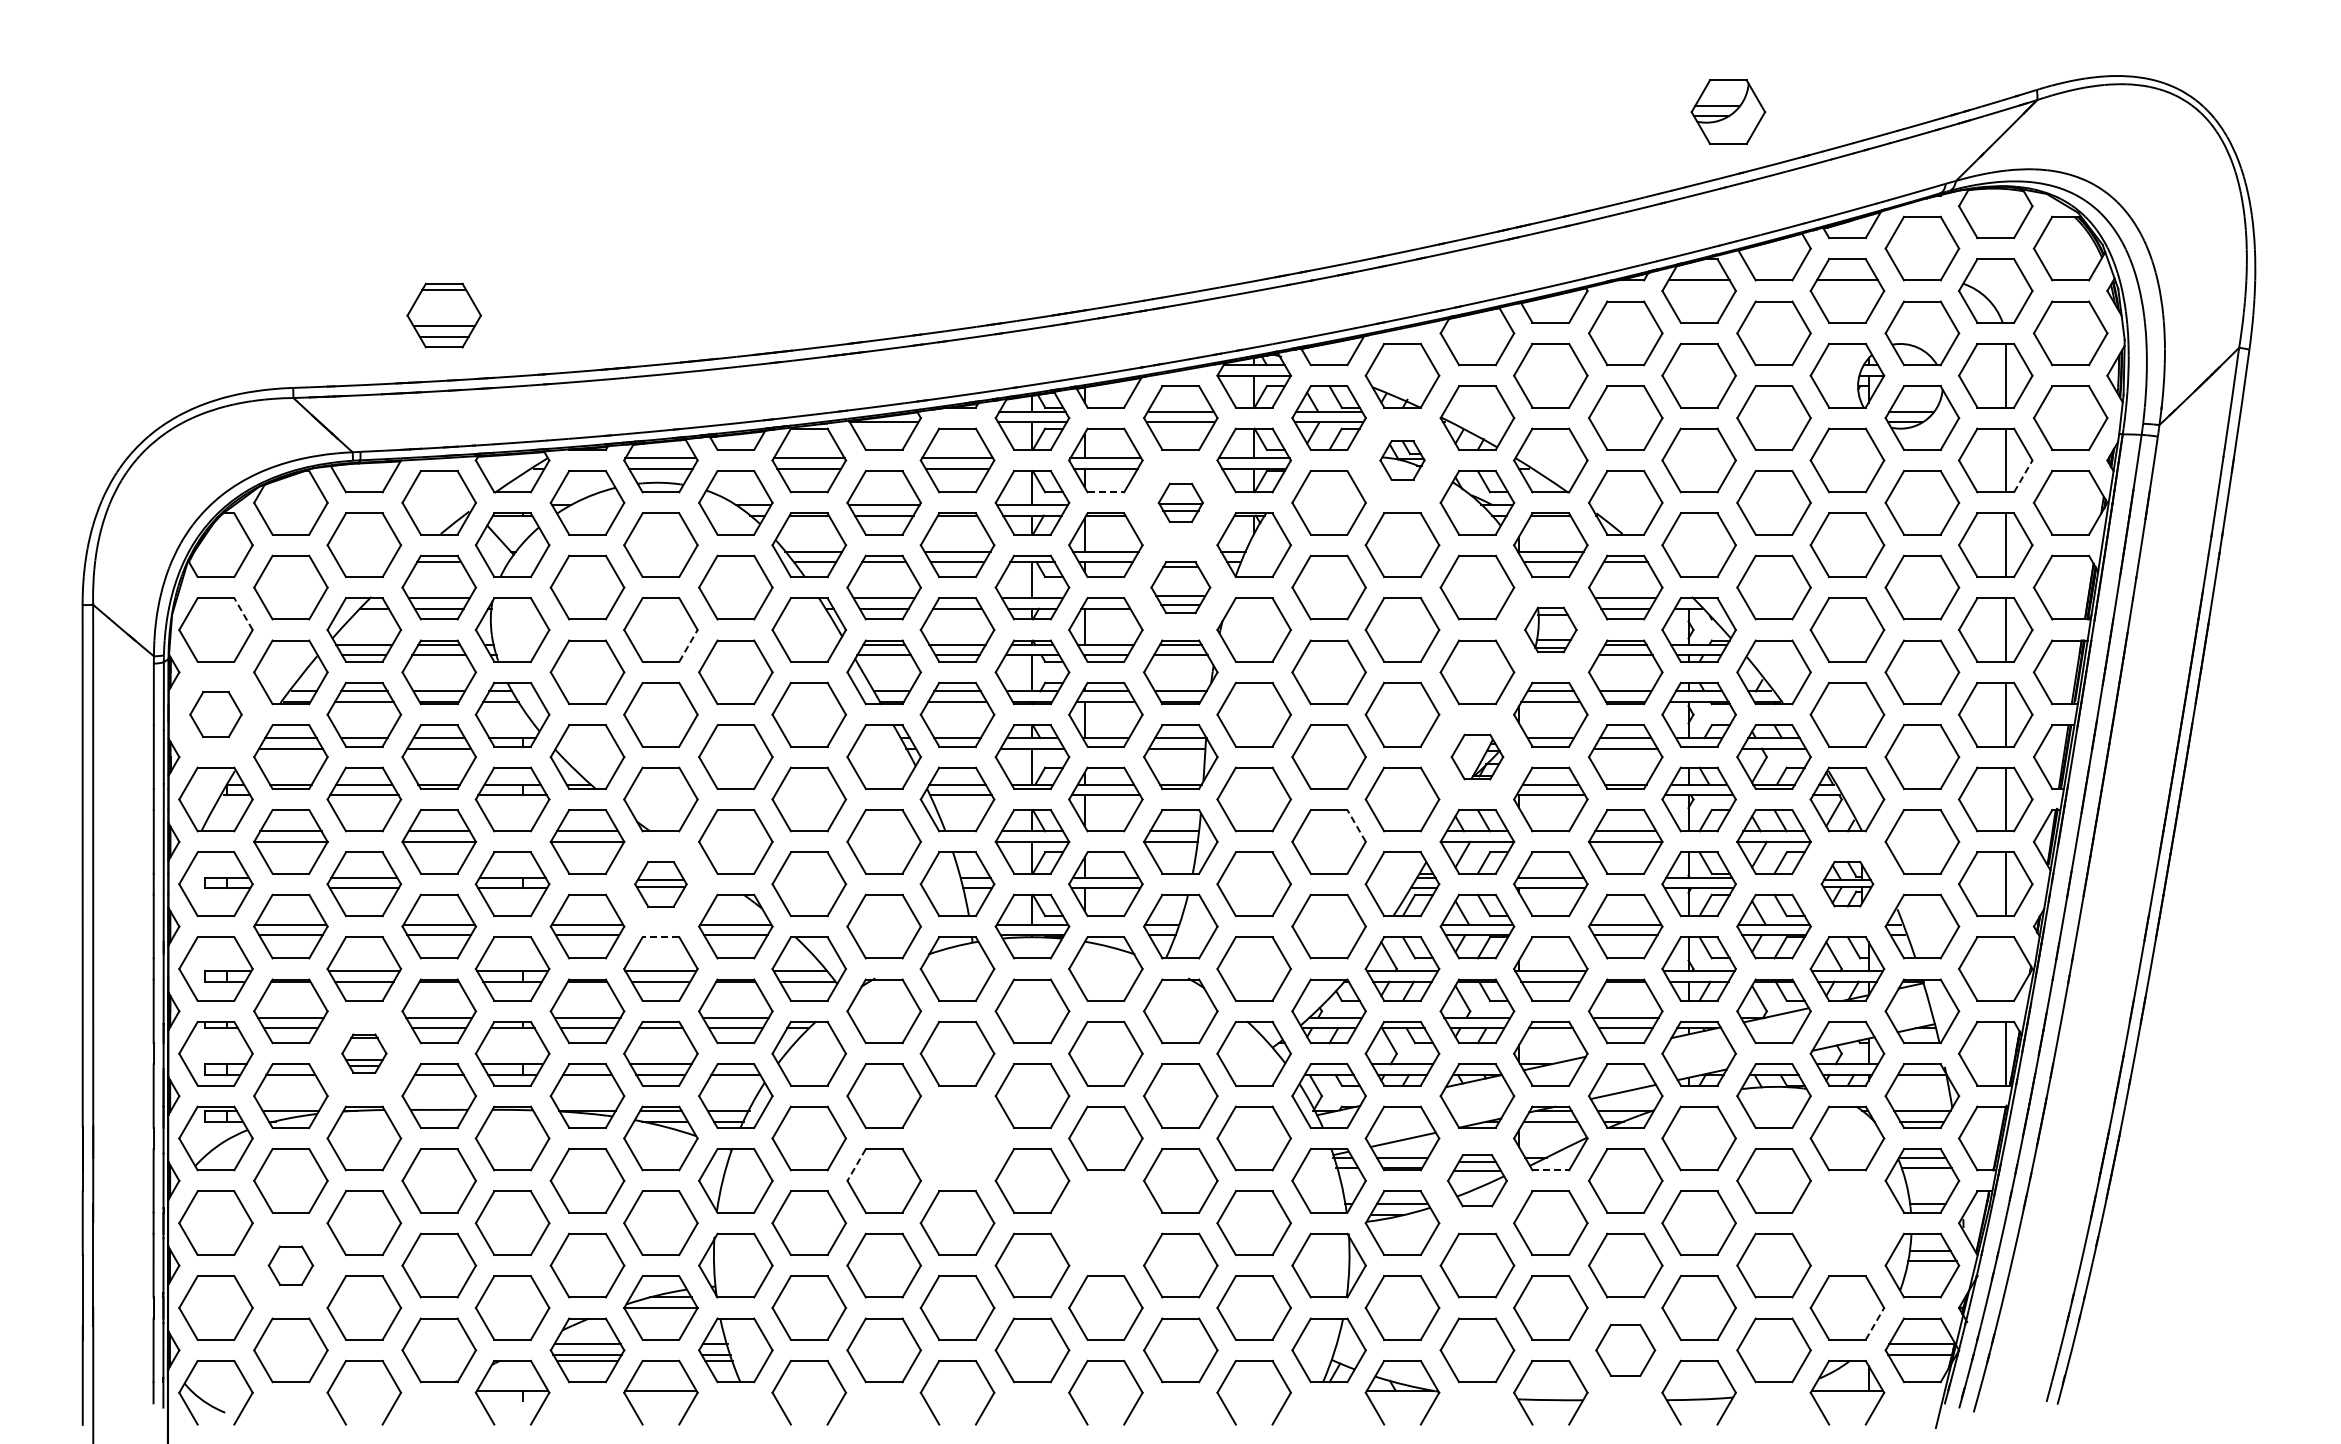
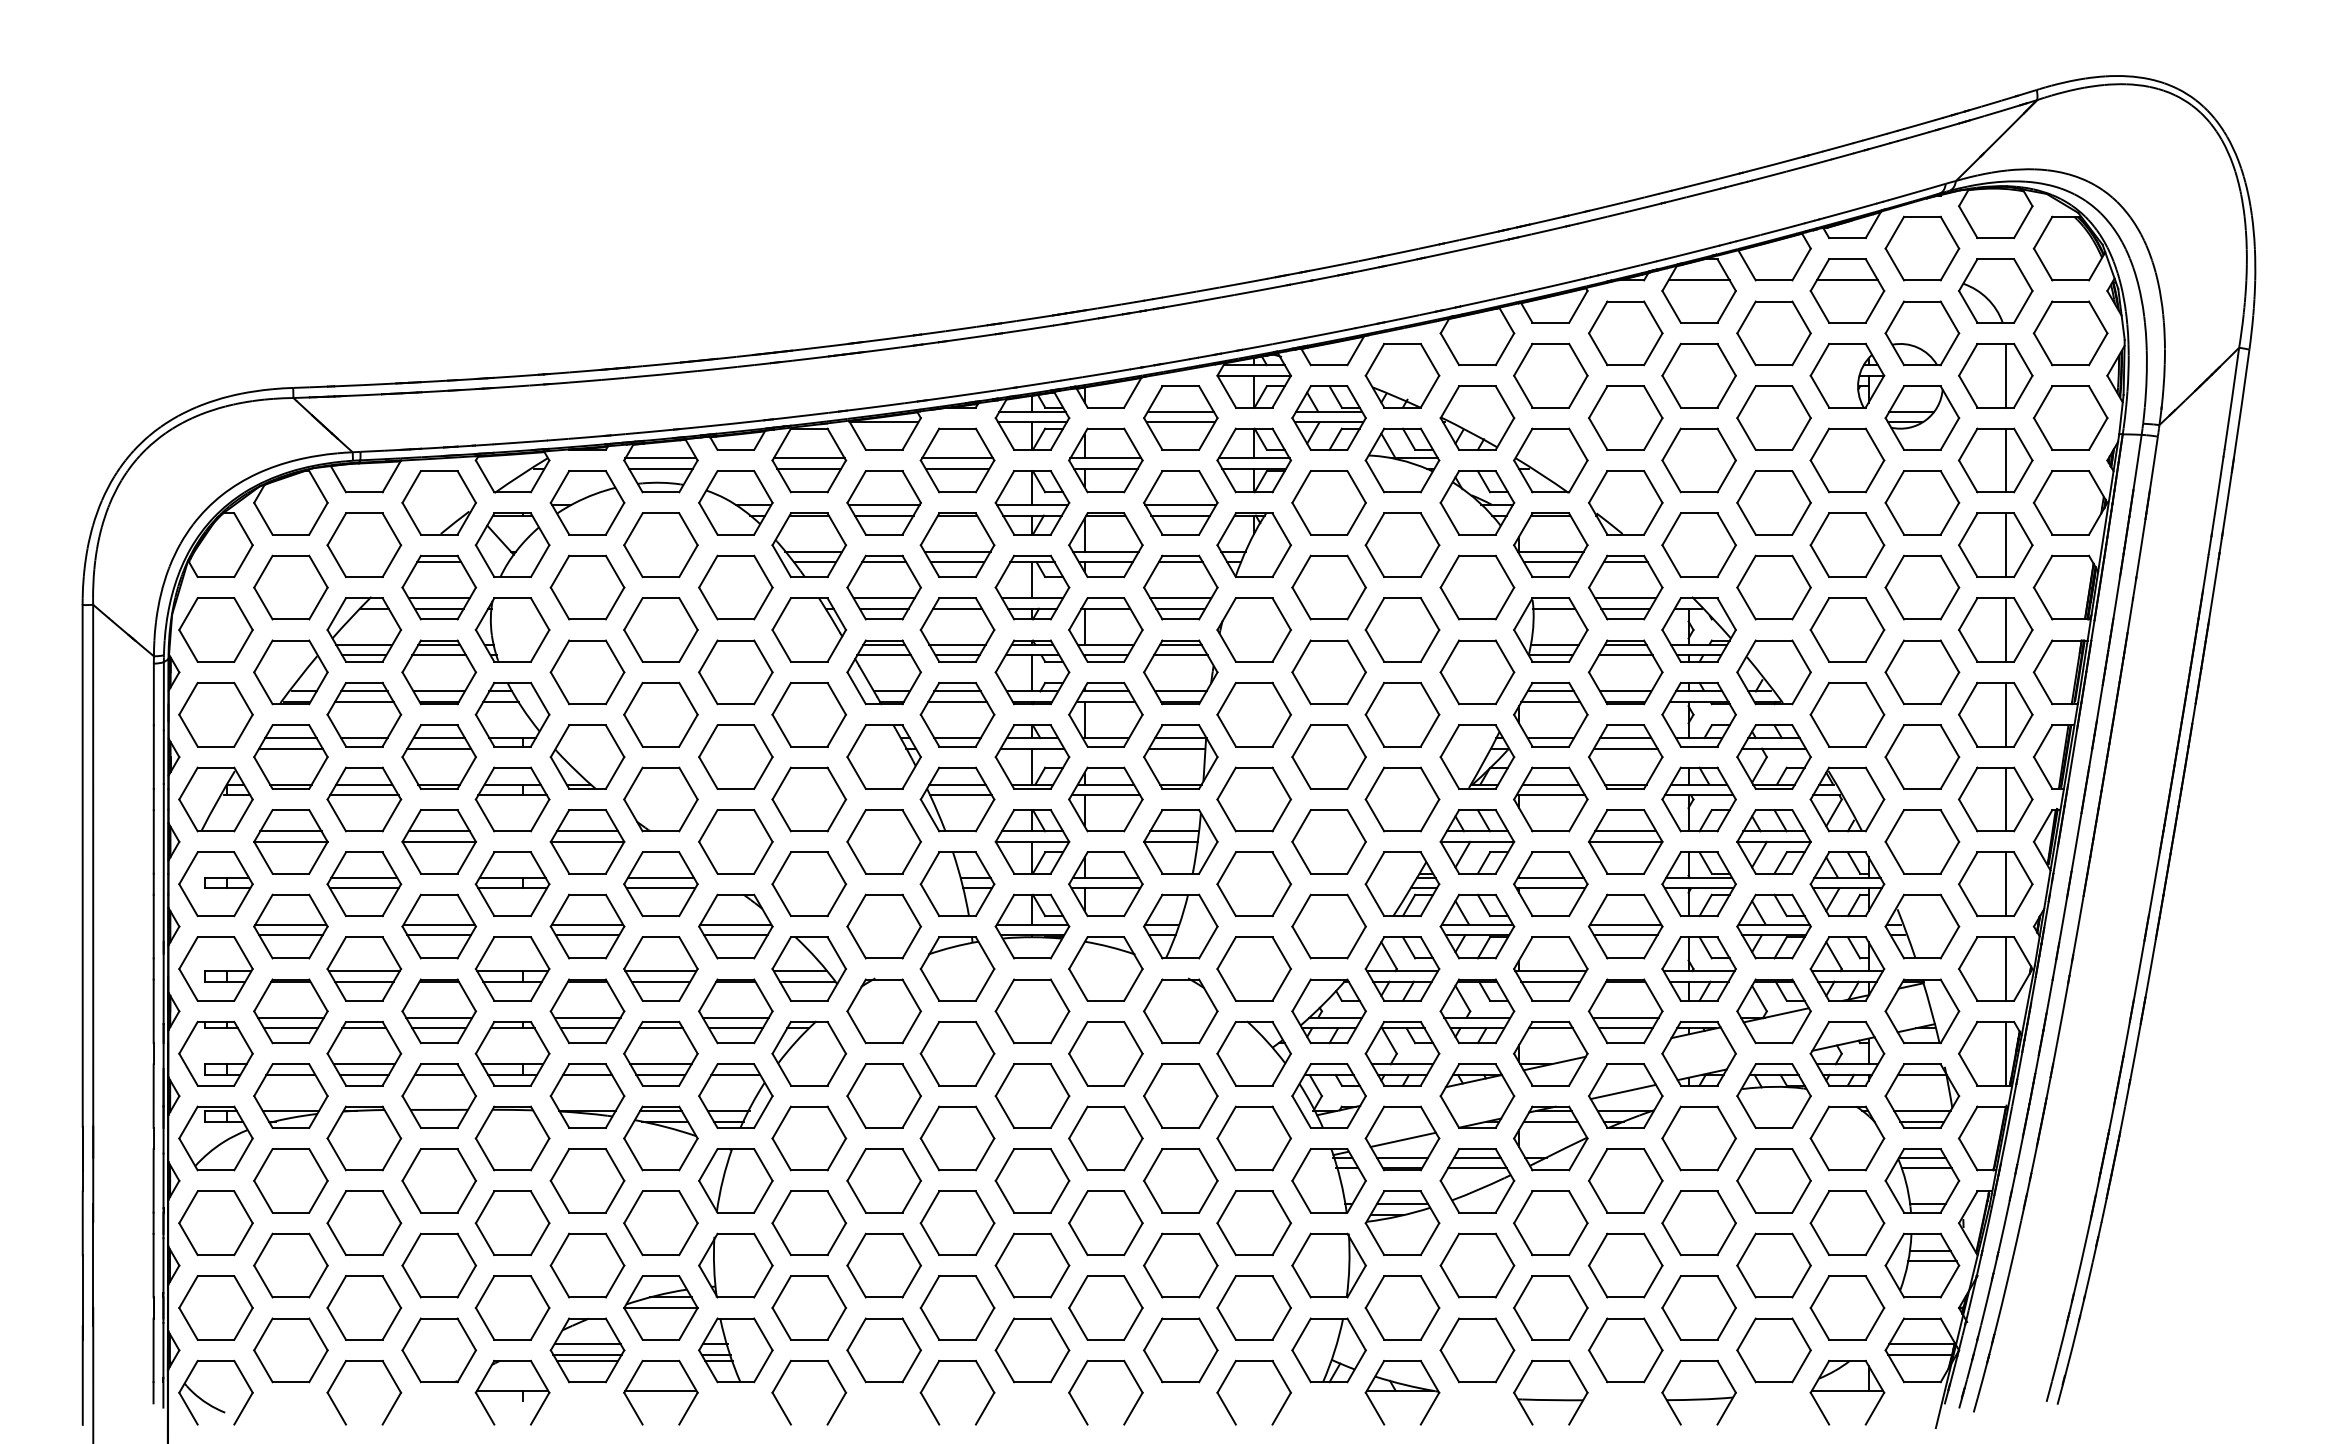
part at (1728, 111): present -> none
part at (444, 315): present -> none
part at (1402, 460) size: 47x41 px -> 77x67 px
line at (2023, 475): dashed -> solid
line at (1106, 492): dashed -> solid
part at (1180, 502) size: 47x41 px -> 76x66 px
part at (1180, 587) size: 62x54 px -> 76x67 px
line at (243, 613): dashed -> solid
part at (1550, 629) size: 54x48 px -> 76x66 px
line at (688, 645): dashed -> solid
part at (215, 714) size: 54x47 px -> 76x67 px
part at (1477, 756) size: 55x48 px -> 77x66 px
line at (1356, 825): dashed -> solid
part at (1847, 883) size: 55x48 px -> 77x66 px
part at (660, 884) size: 54x47 px -> 76x67 px
line at (660, 937): dashed -> solid
line at (2006, 968): none -> present
part at (364, 1053) size: 47x41 px -> 77x67 px
part at (957, 1138): none -> present
line at (856, 1165): dashed -> solid
line at (1551, 1170): dashed -> solid
part at (1477, 1180) size: 61x54 px -> 77x66 px
part at (1847, 1222): none -> present
part at (1105, 1223): none -> present
part at (290, 1265) size: 48x41 px -> 76x67 px
line at (1875, 1323): dashed -> solid
part at (1625, 1349) size: 62x54 px -> 77x67 px
